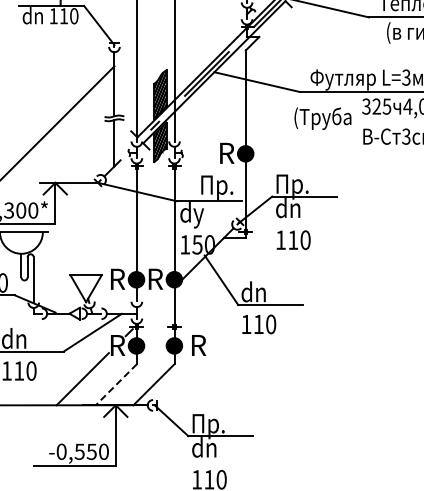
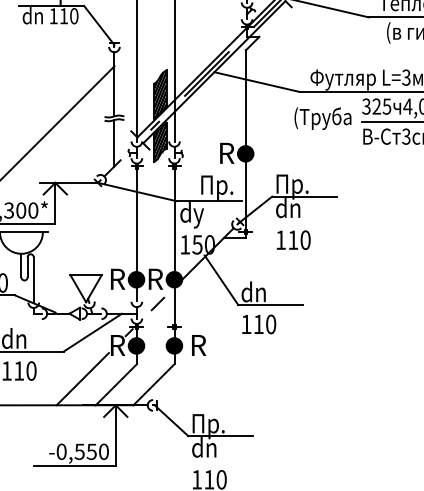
line at (390, 121): none -> present
line at (157, 303): none -> present
line at (115, 385): dashed -> solid
